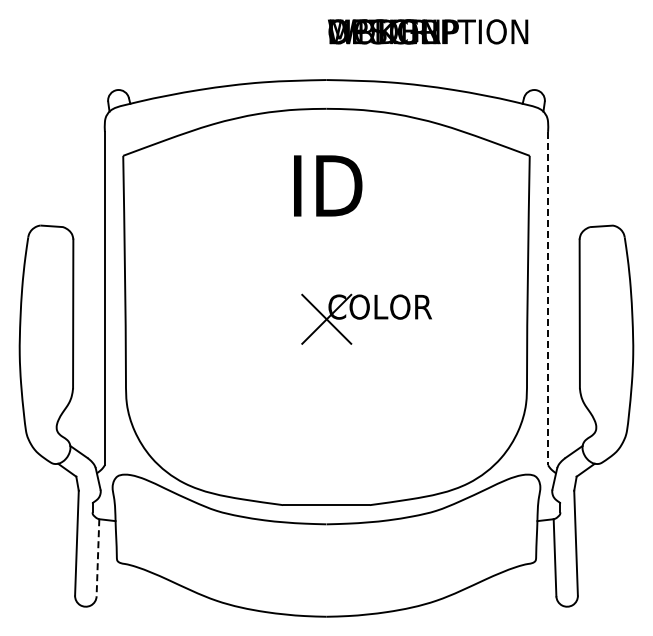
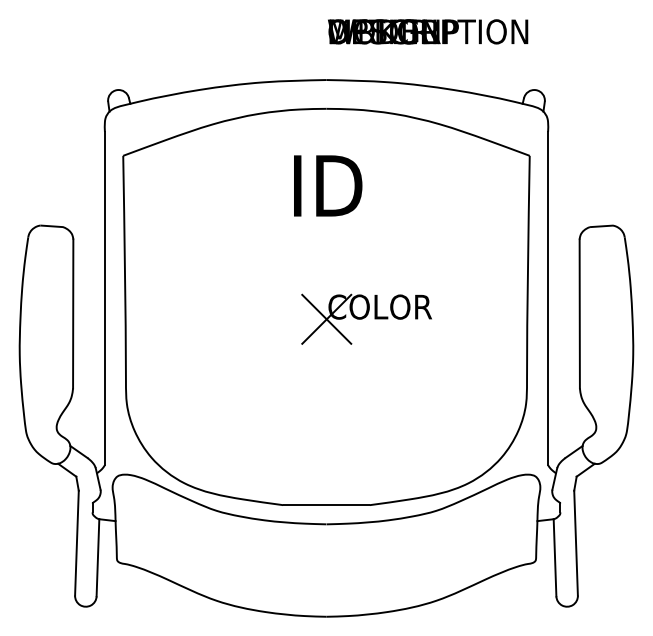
line at (548, 298): dashed -> solid
line at (97, 557): dashed -> solid
